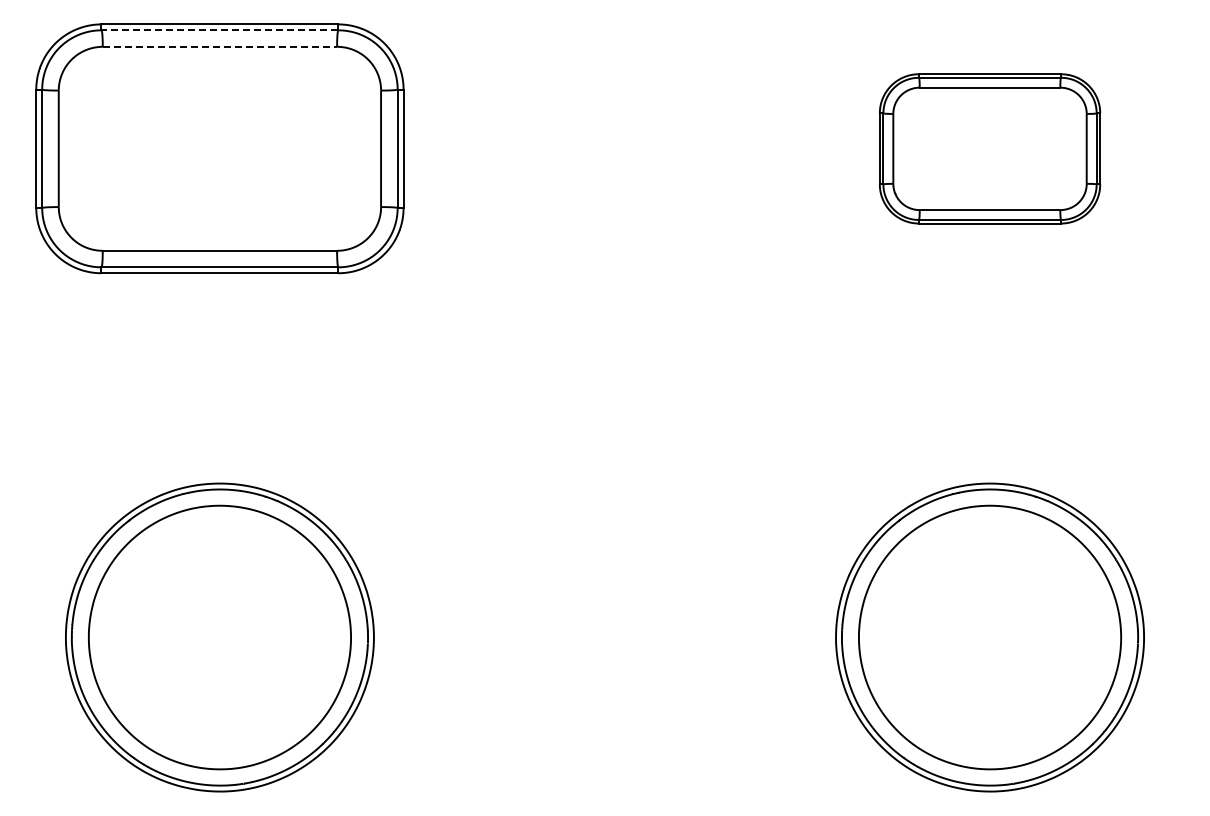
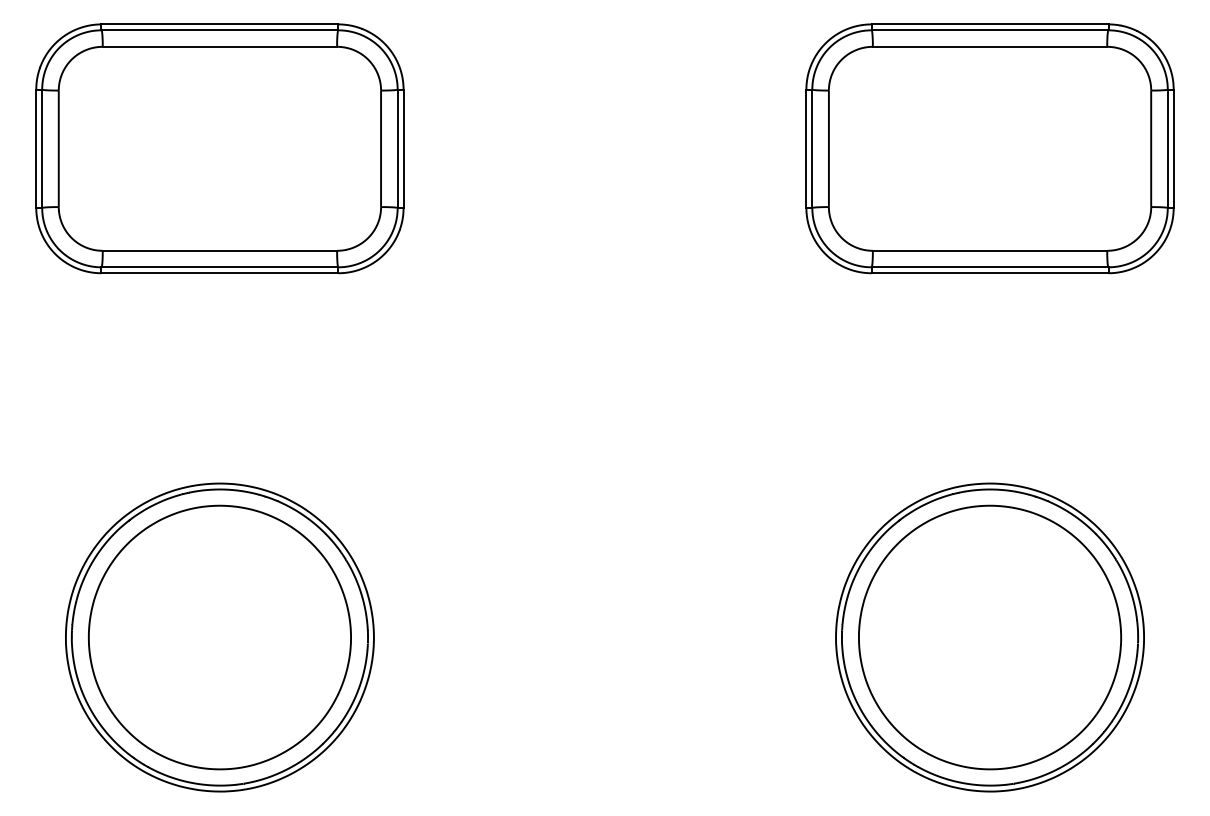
line at (219, 30): dashed -> solid
line at (220, 46): dashed -> solid
part at (990, 148) size: 223x152 px -> 370x252 px
